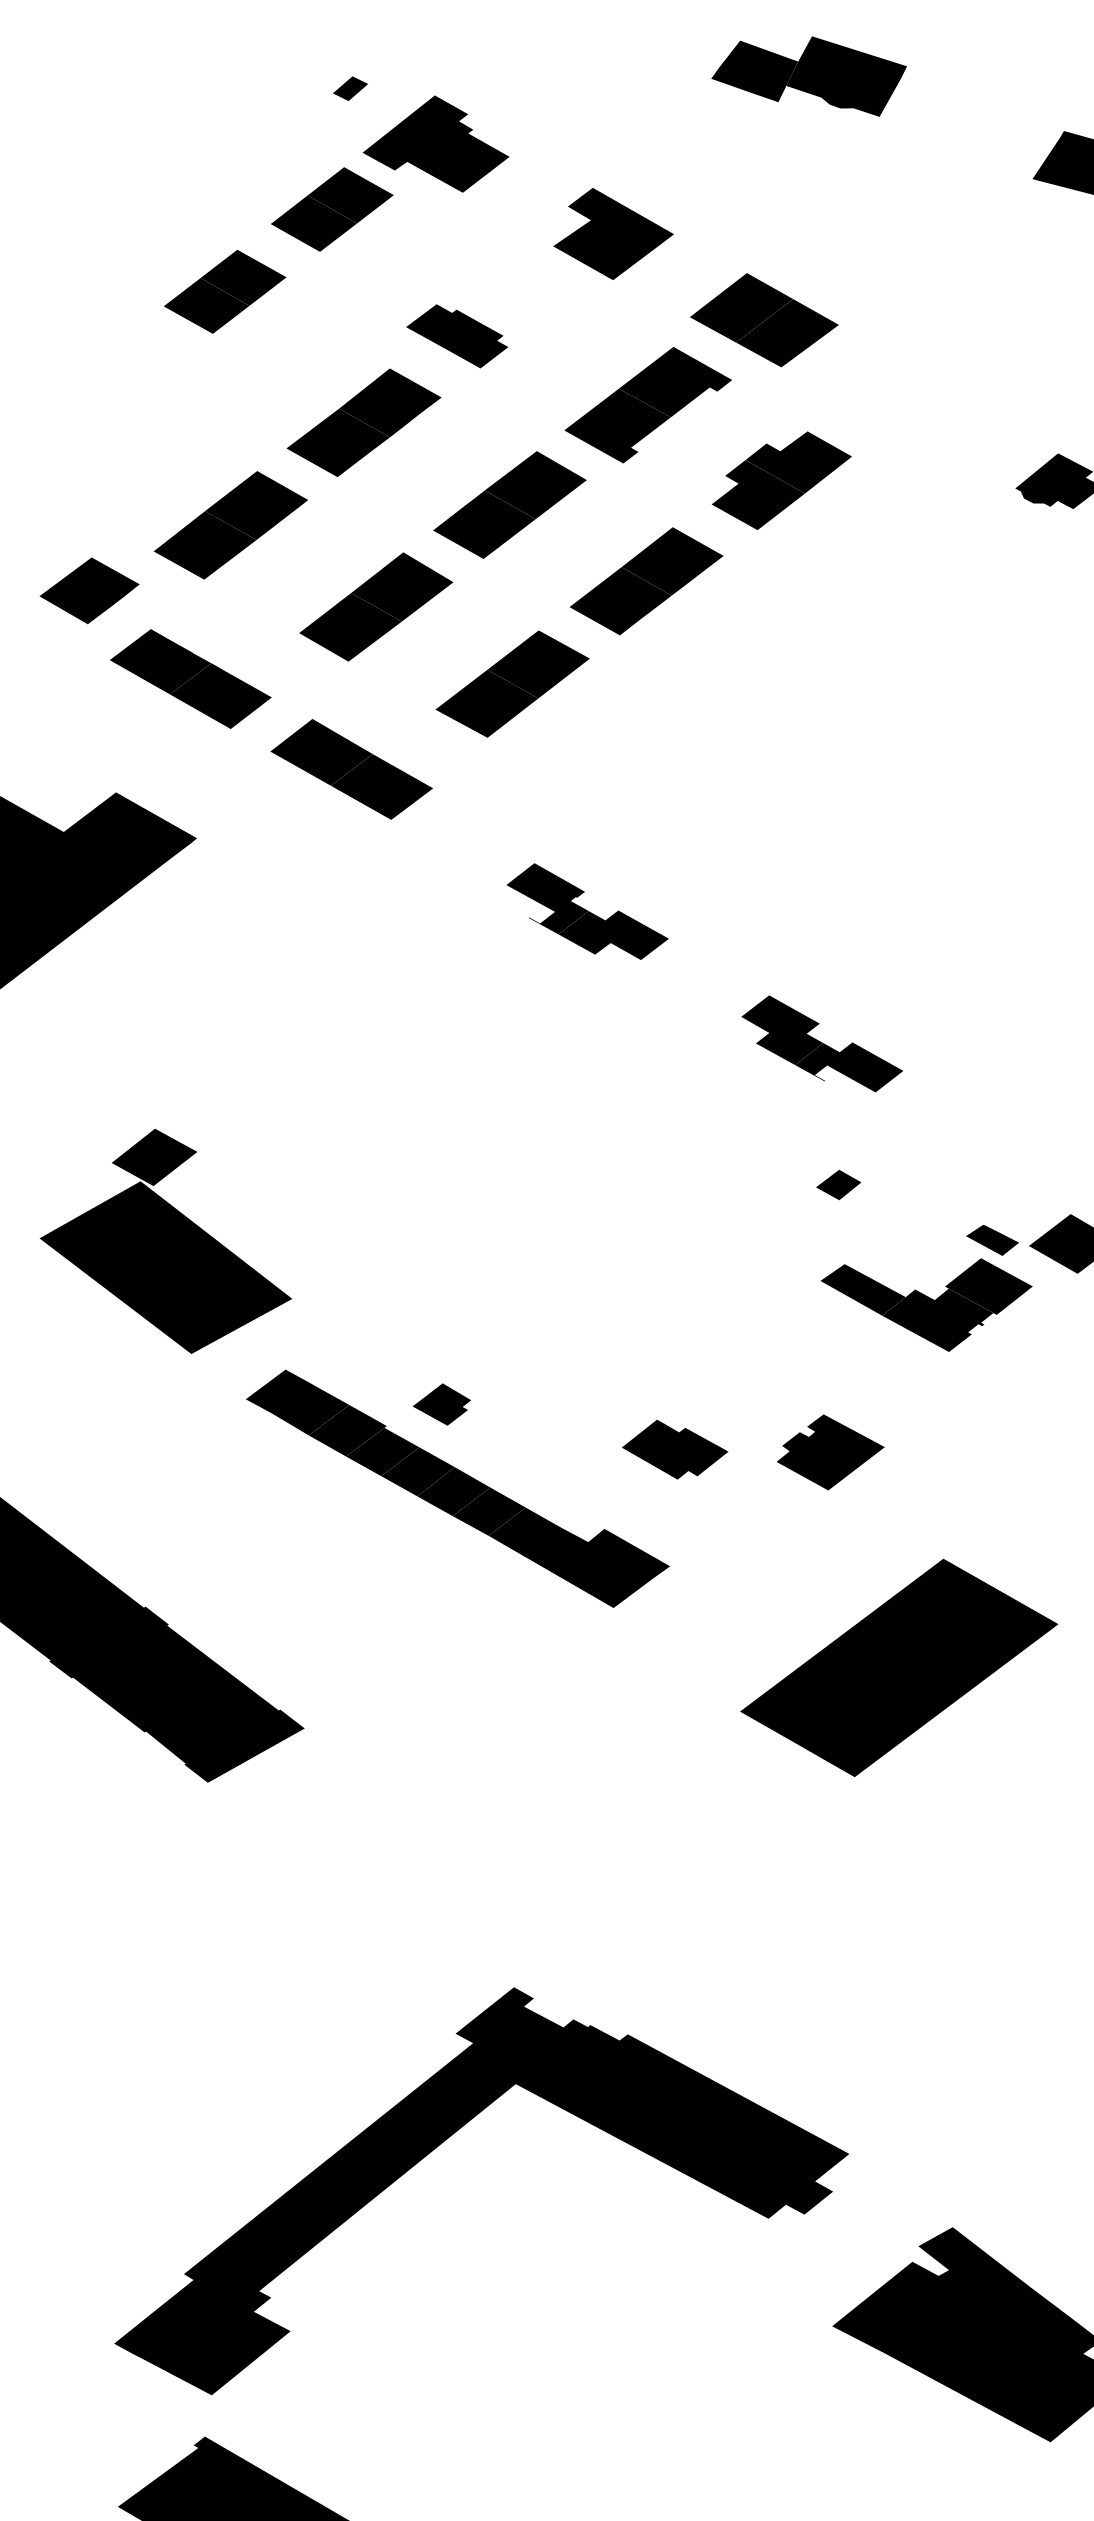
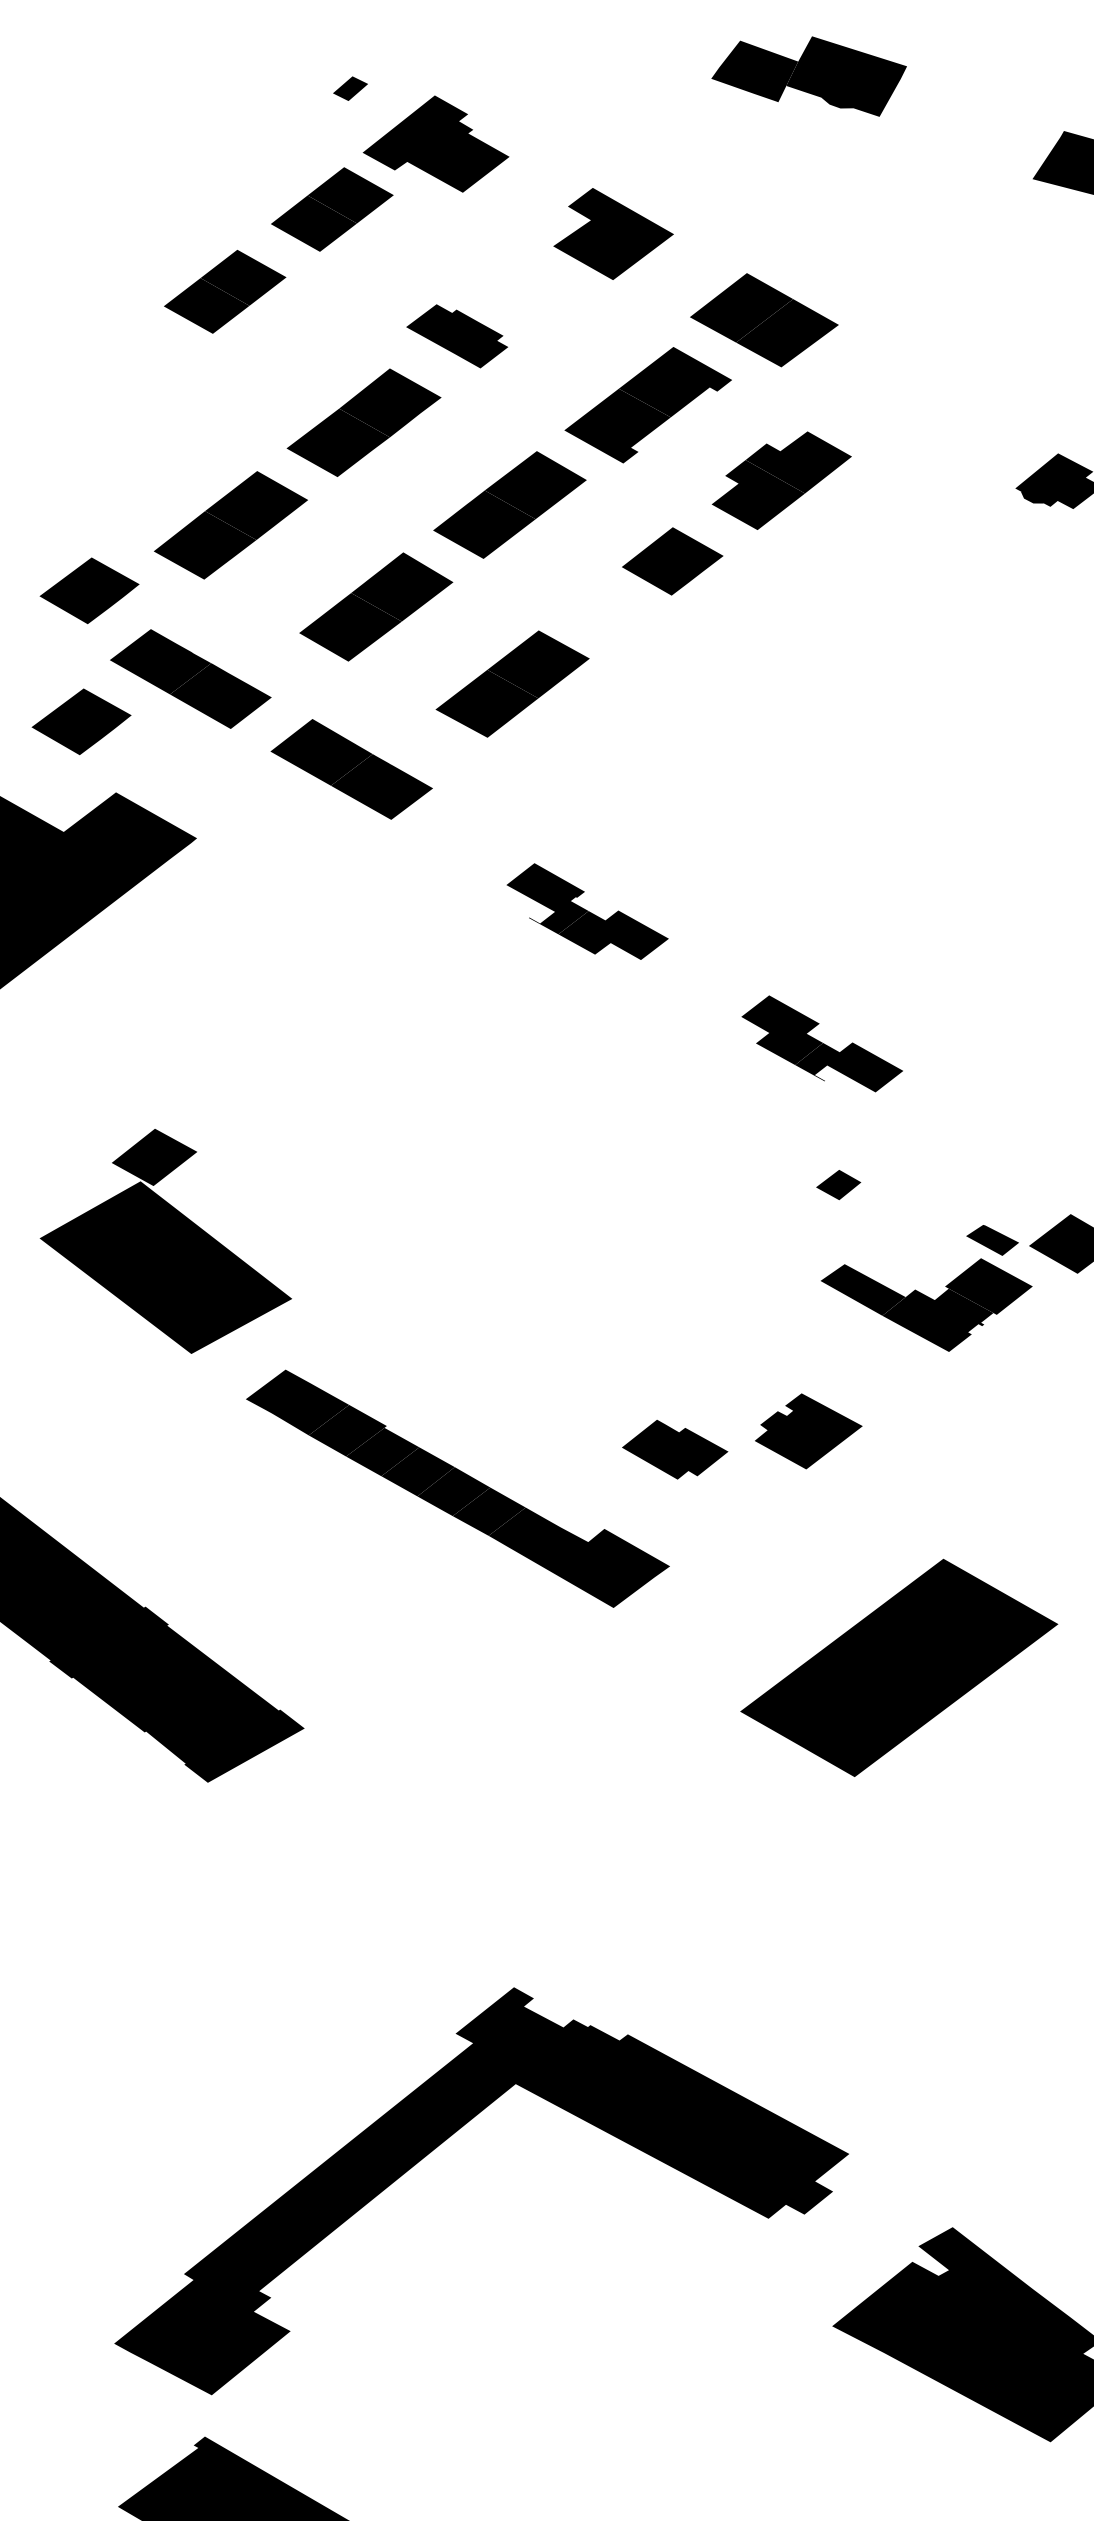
fill at (620, 601): present -> none
part at (81, 721): none -> present
fill at (441, 1404): present -> none
part at (830, 1452) position: (830, 1452) -> (808, 1431)
